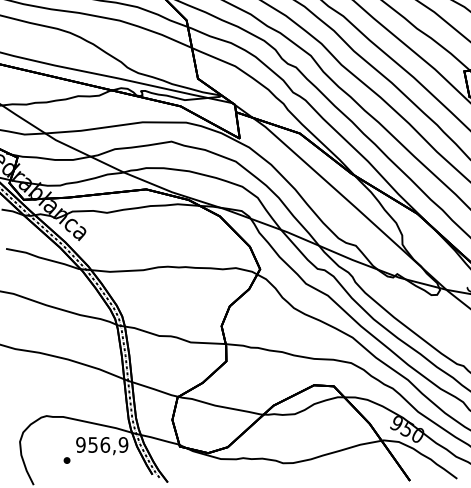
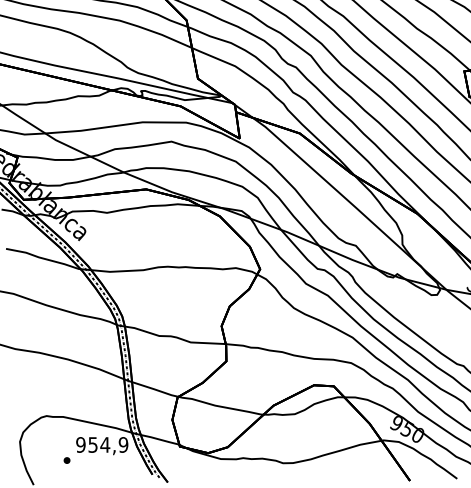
text at (105, 444): 956,9 -> 954,9
